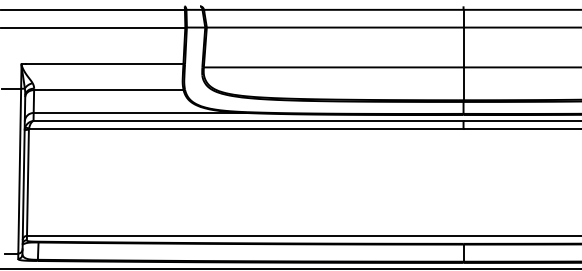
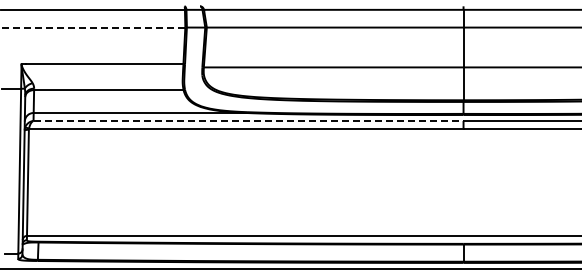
line at (92, 27): solid -> dashed
line at (248, 120): solid -> dashed
